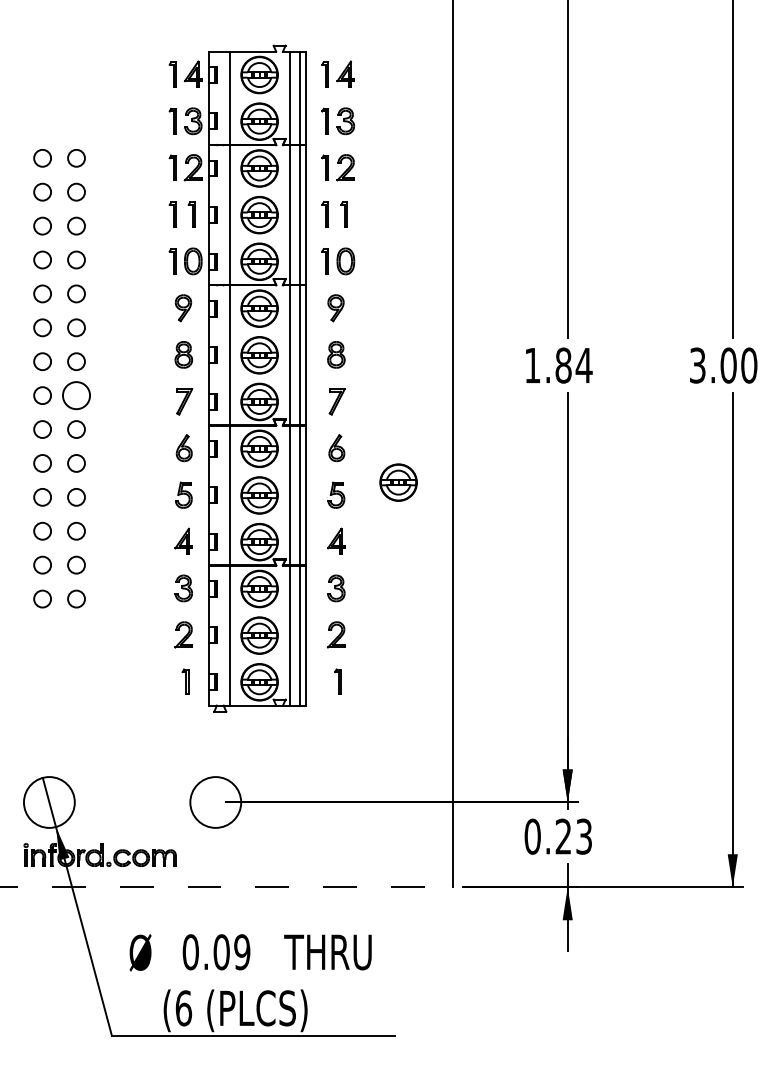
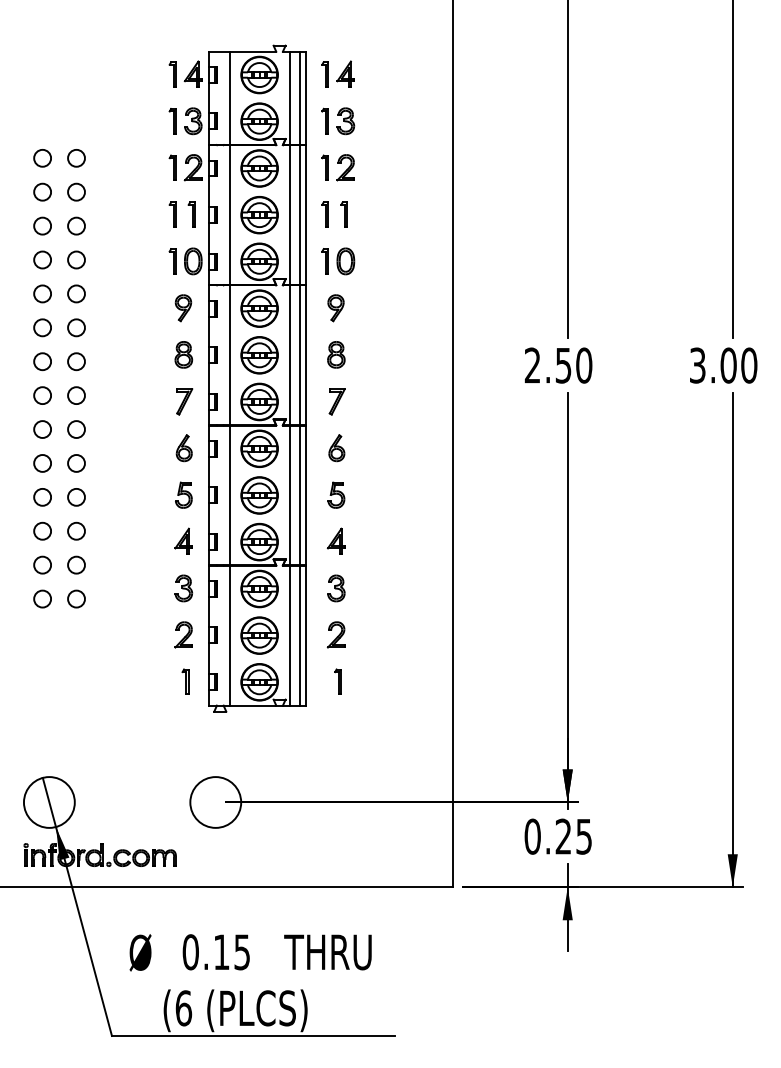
text at (558, 365): 1.84 -> 2.50
circle at (76, 395) diameter: 27 px -> 17 px
part at (398, 482): present -> none
text at (583, 836): 0.23 -> 0.25
line at (226, 887): dashed -> solid
text at (231, 952): 0.09 -> 0.15
